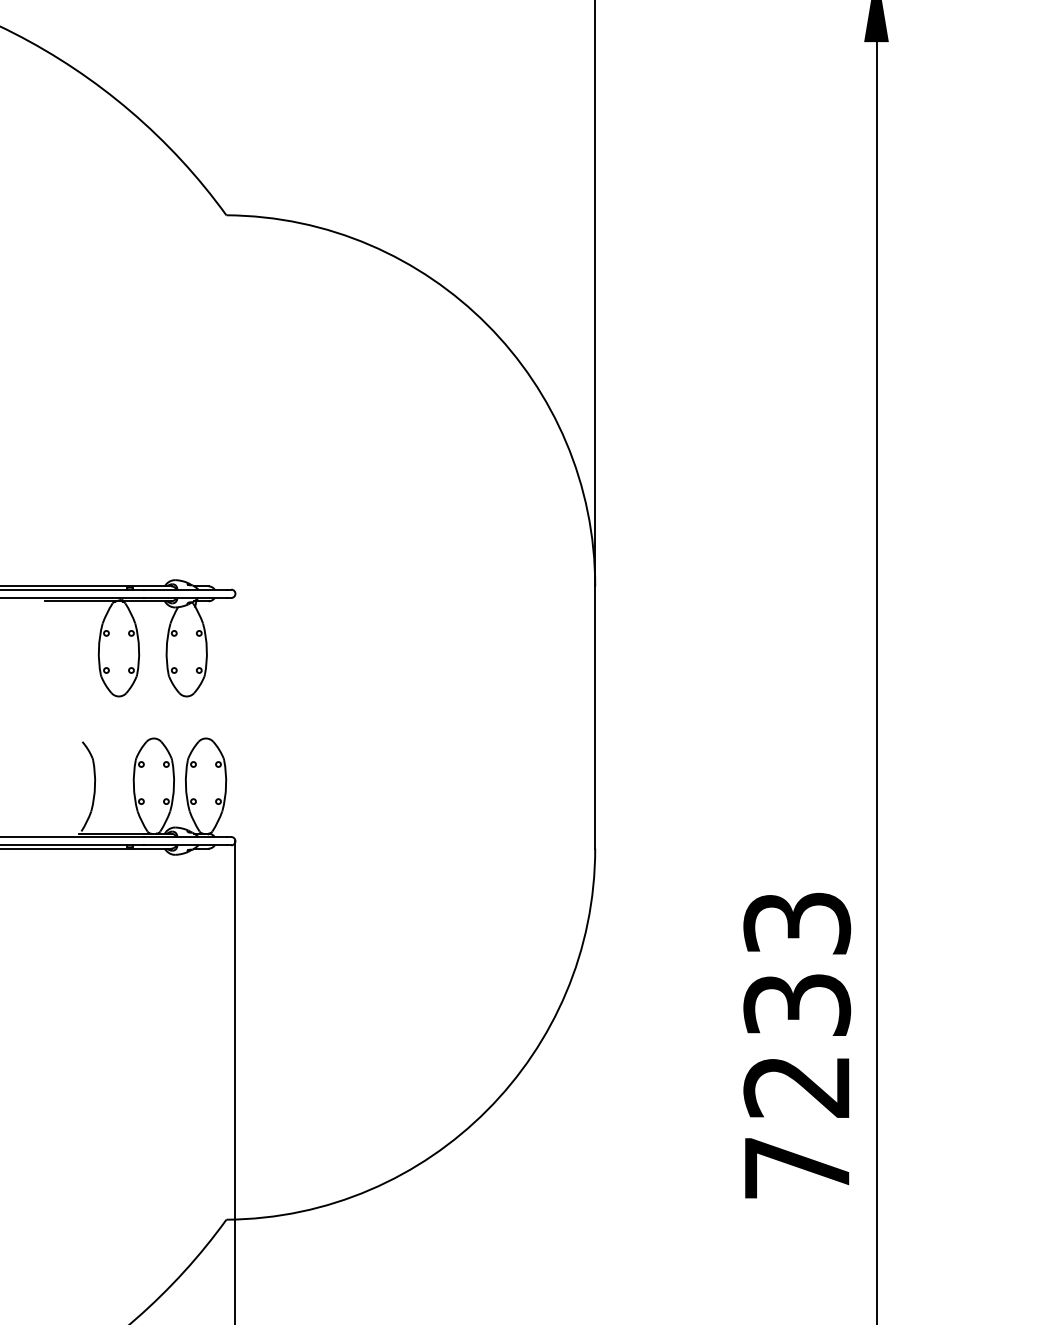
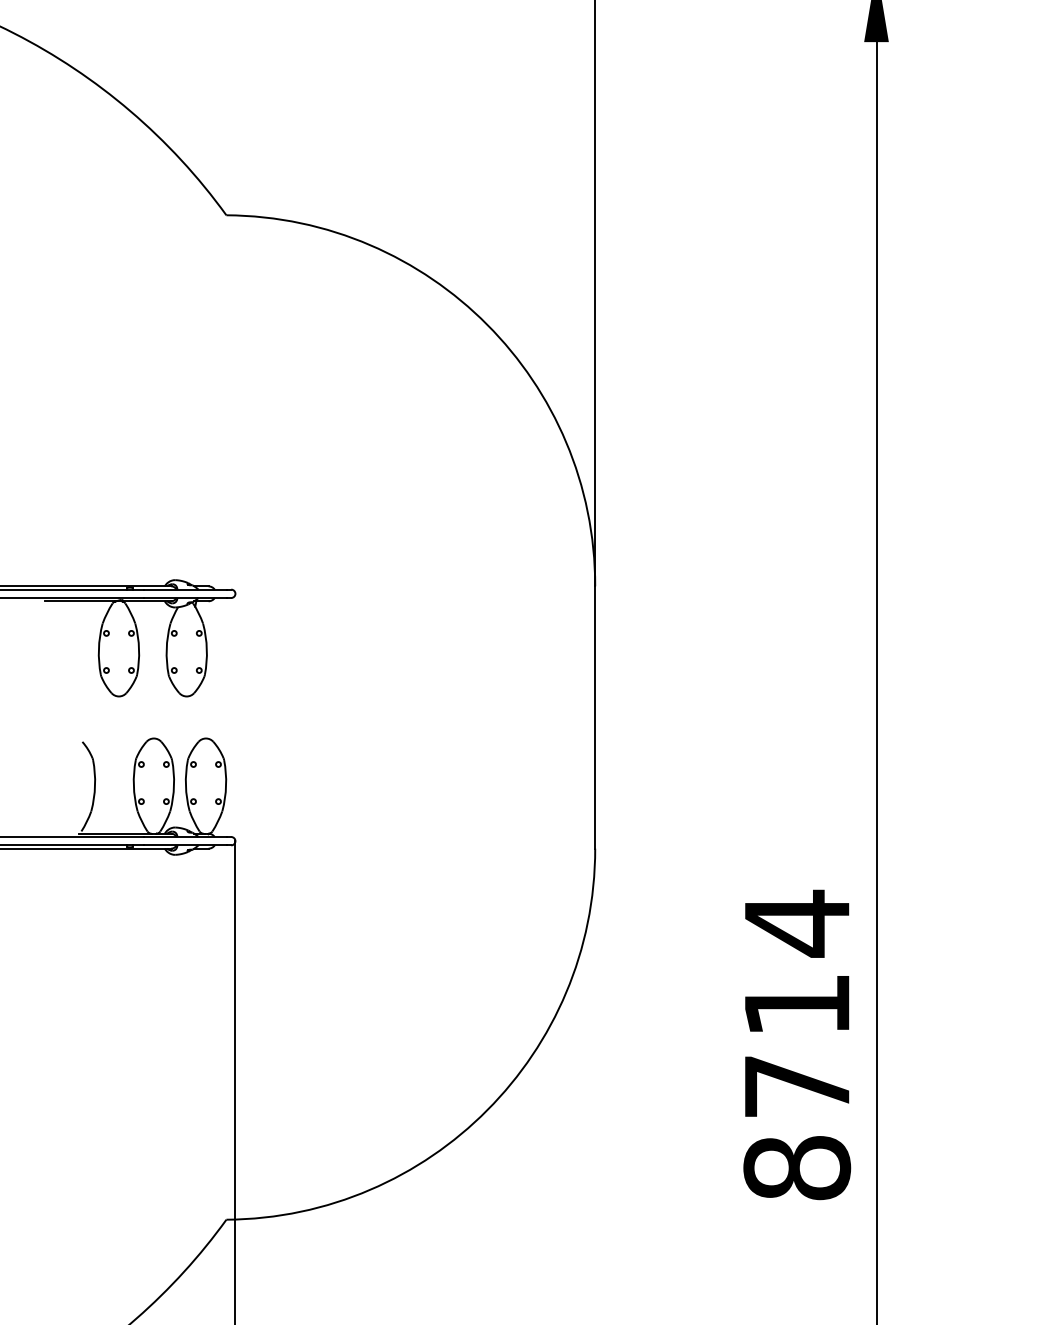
text at (797, 1044): 7233 -> 8714
